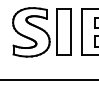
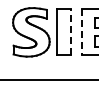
line at (71, 31): solid -> dashed
line at (81, 32): solid -> dashed
